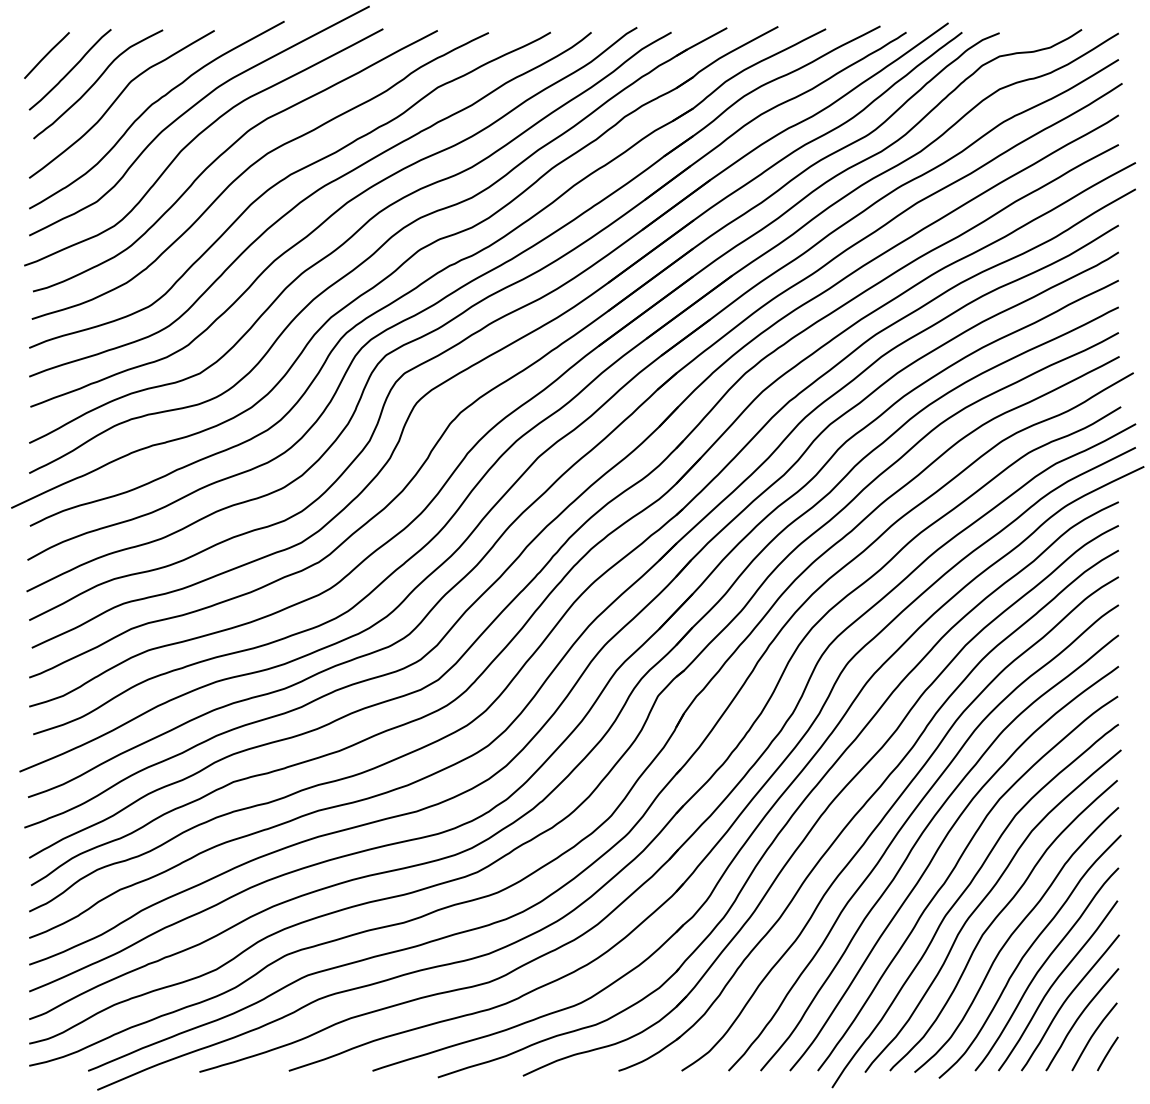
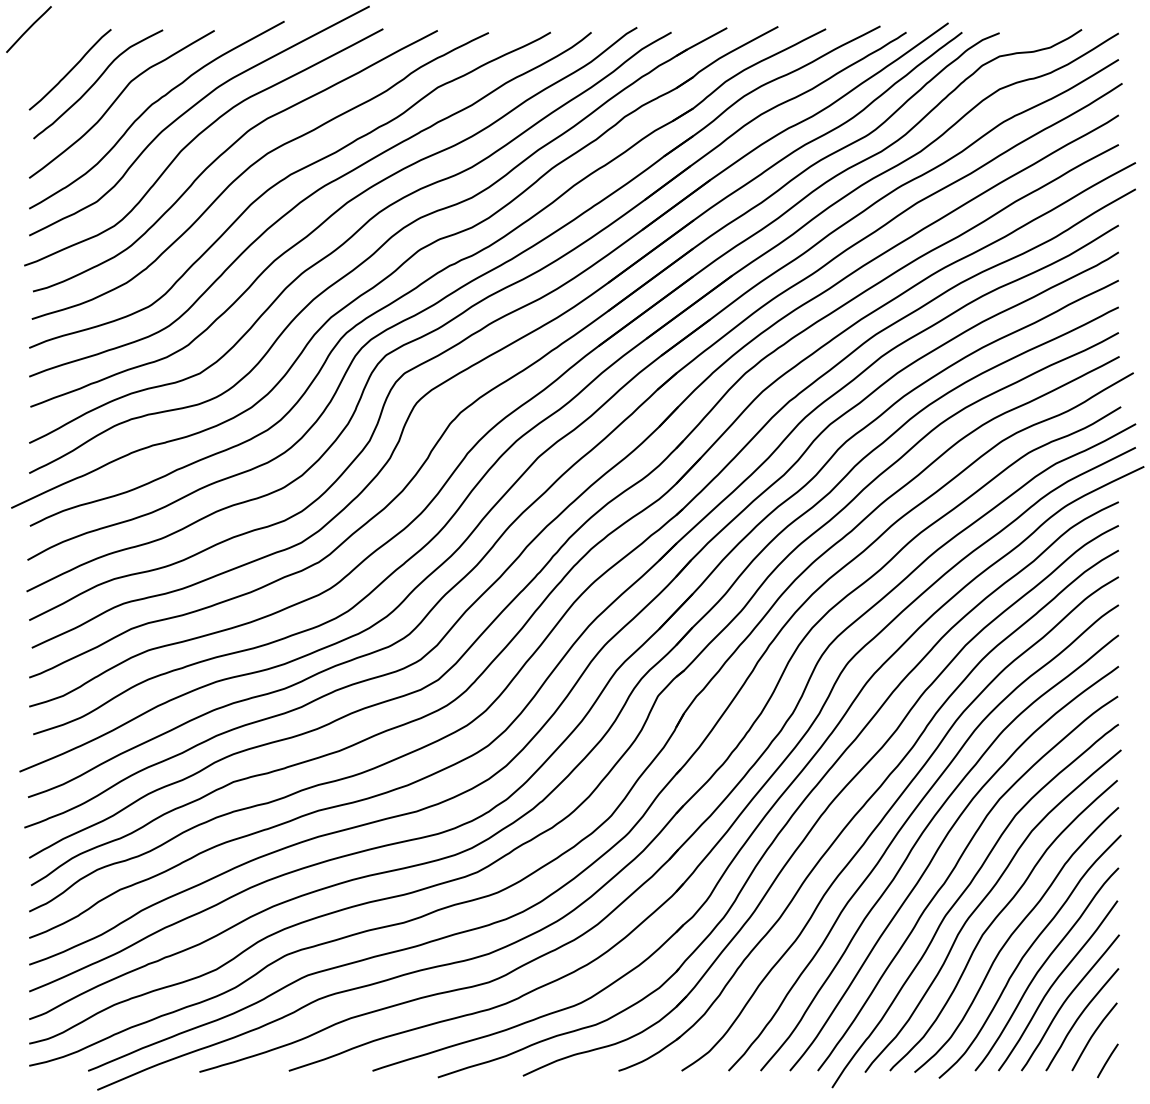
line at (46, 55) position: (46, 55) -> (28, 29)
line at (1107, 1053) position: (1107, 1053) -> (1107, 1060)
